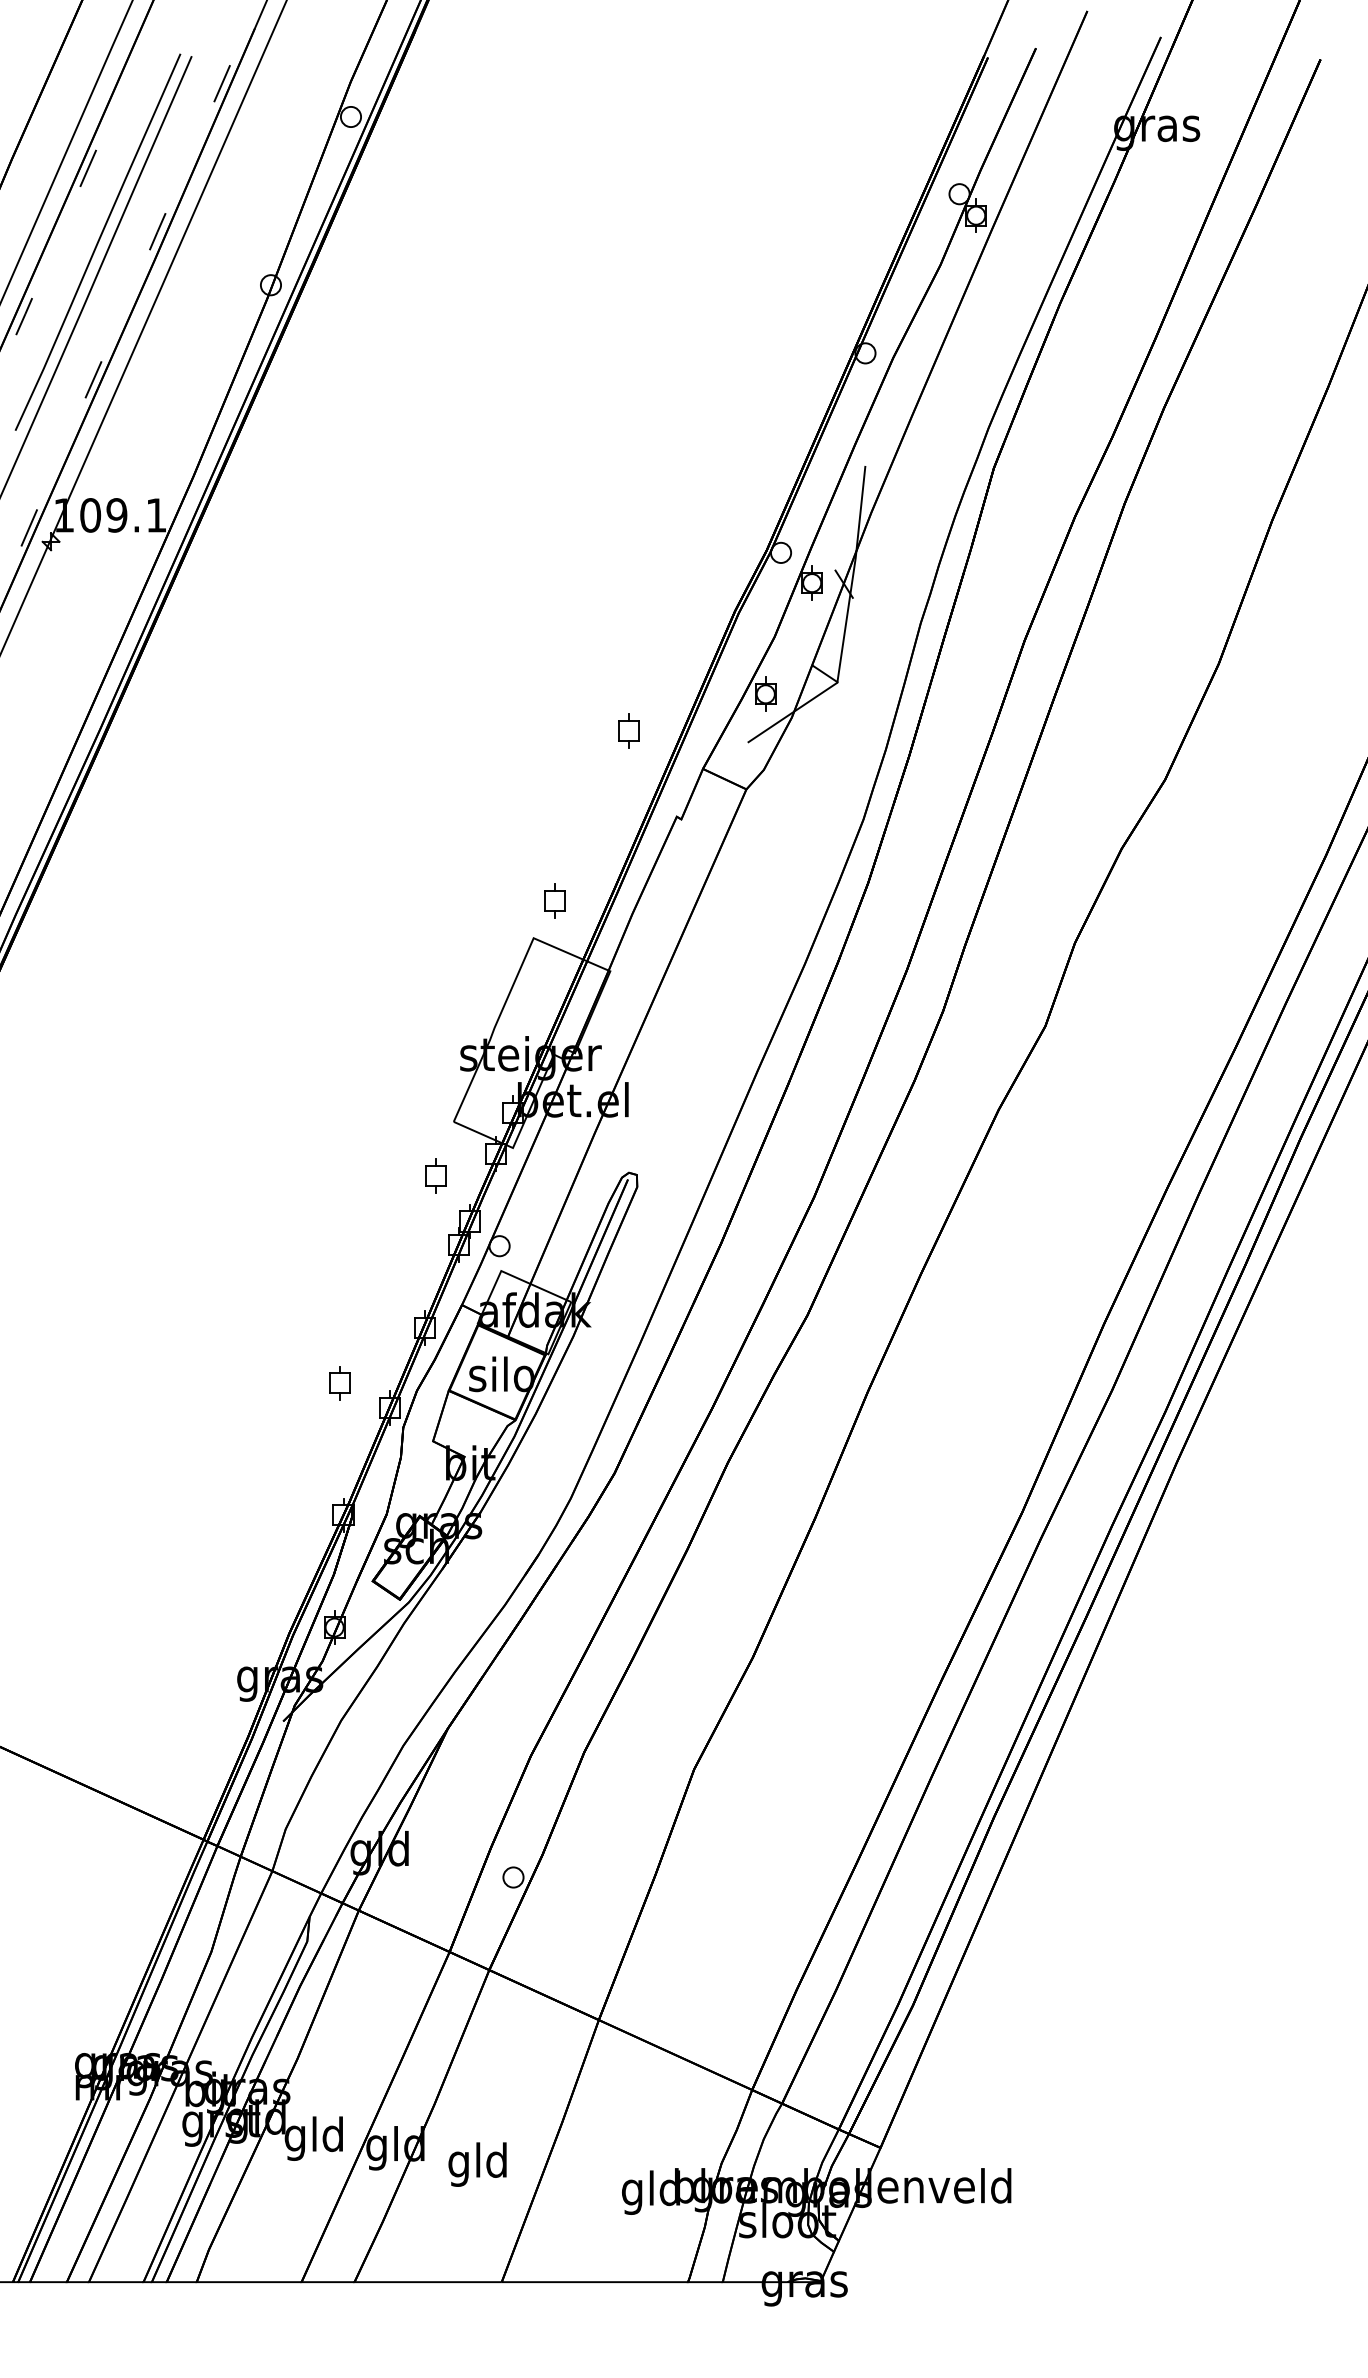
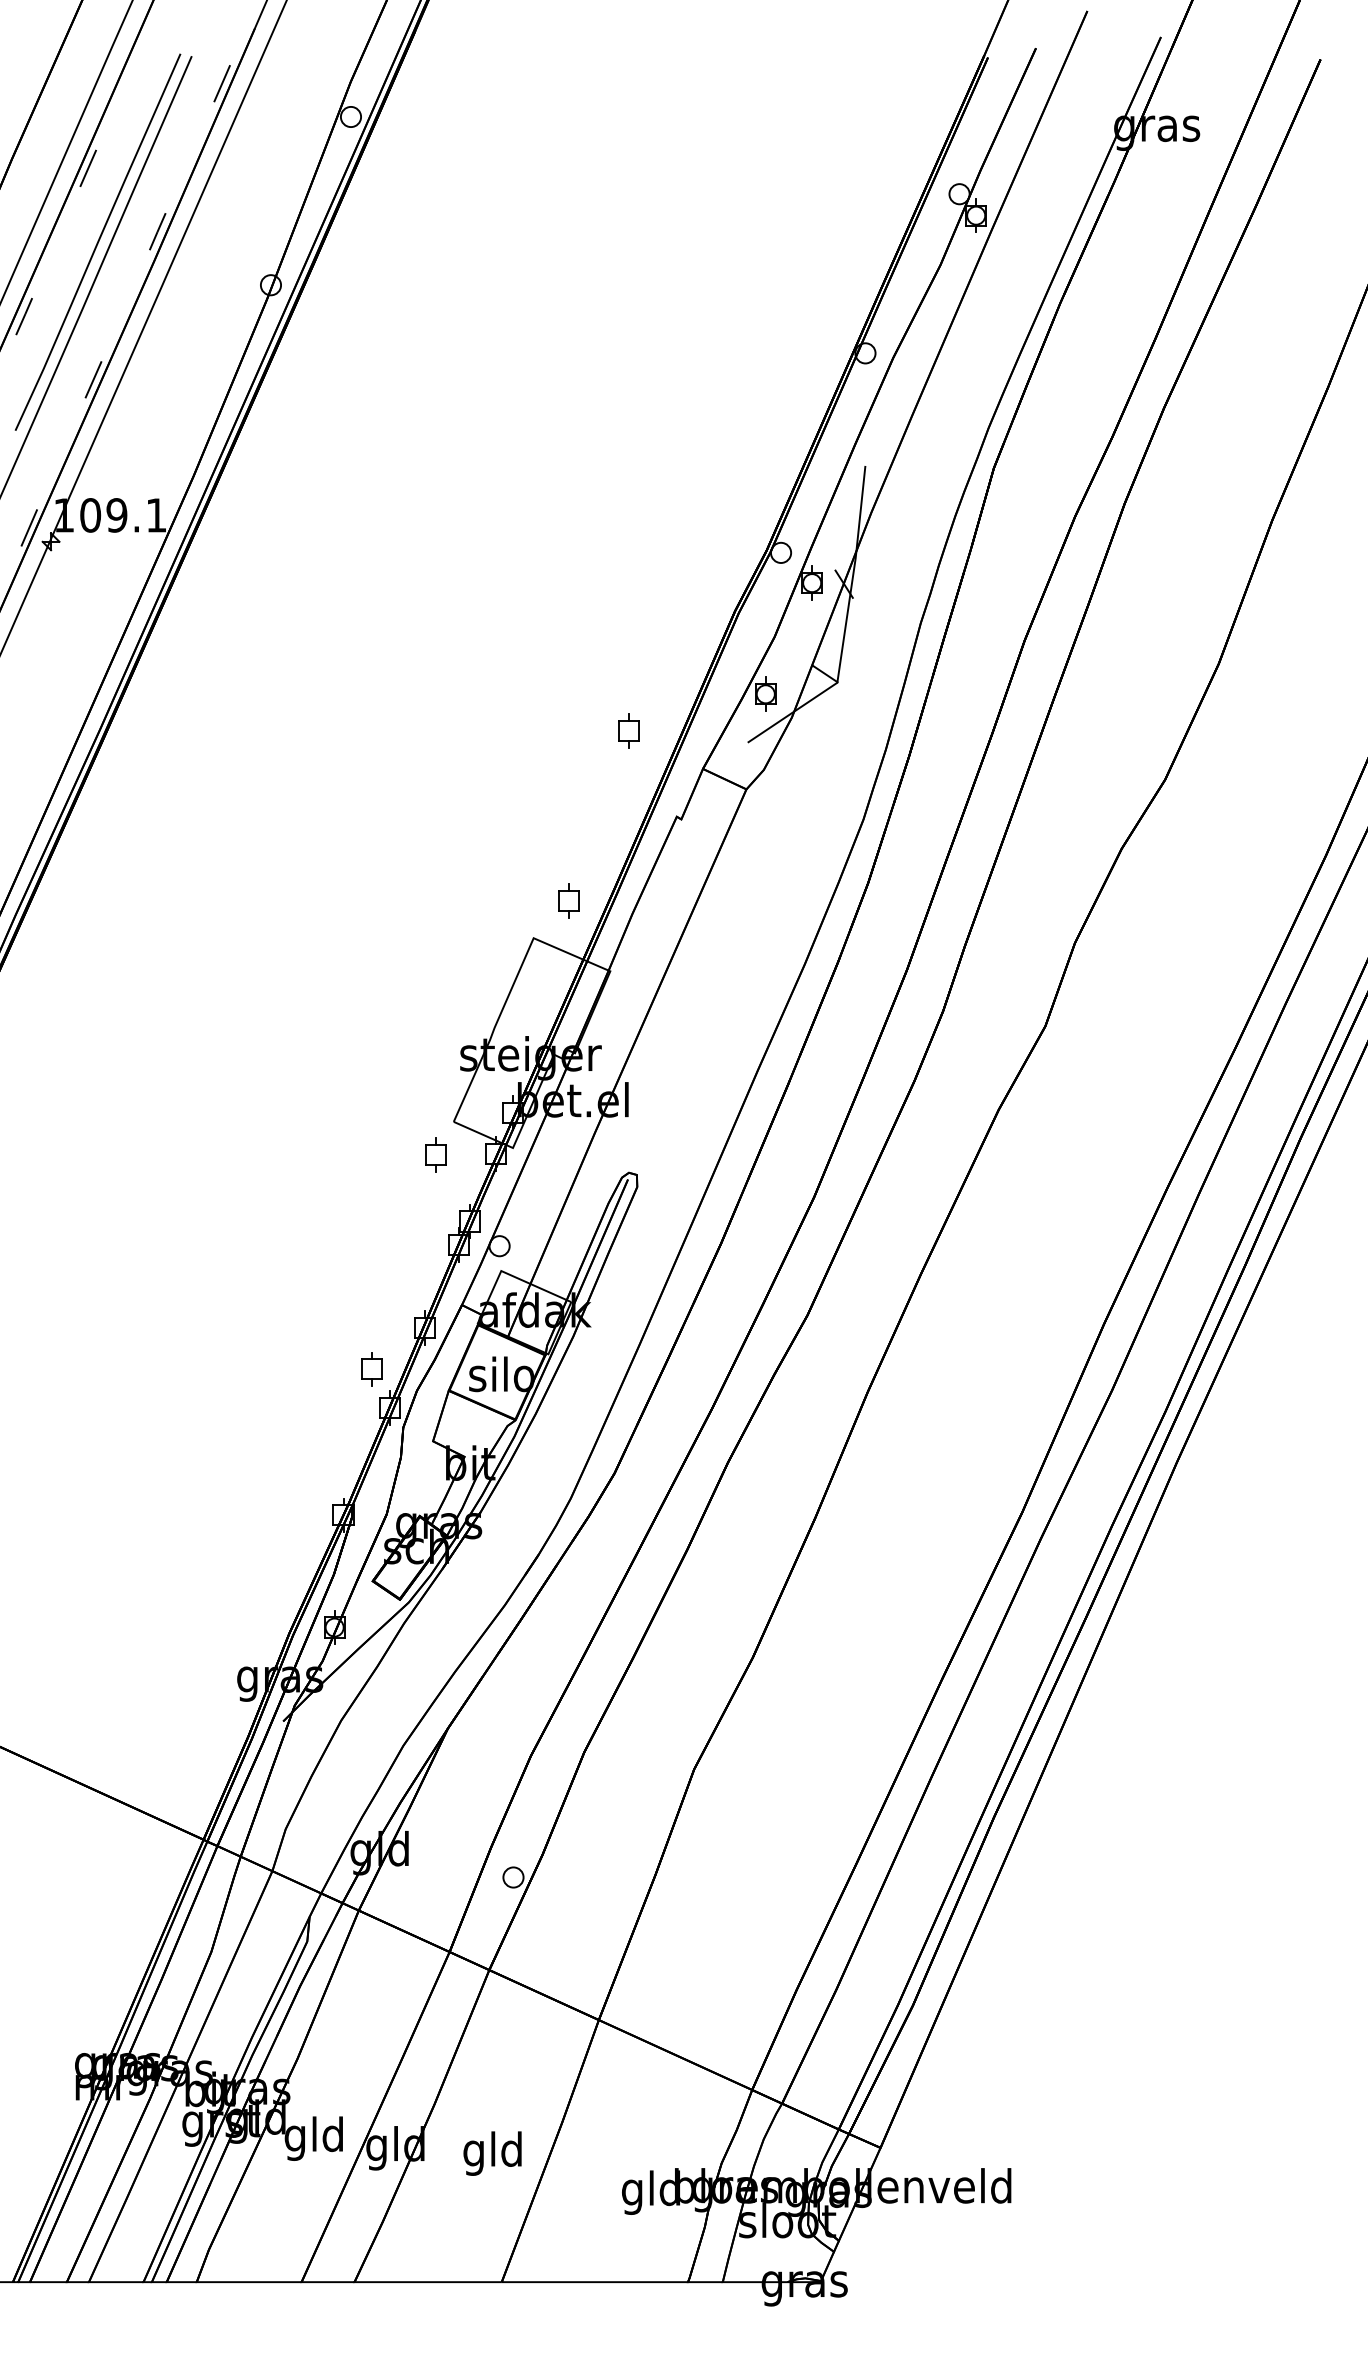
part at (554, 900) position: (554, 900) -> (568, 900)
part at (435, 1175) position: (435, 1175) -> (435, 1154)
part at (339, 1383) position: (339, 1383) -> (371, 1369)
text at (477, 2164) position: (477, 2164) -> (492, 2153)
